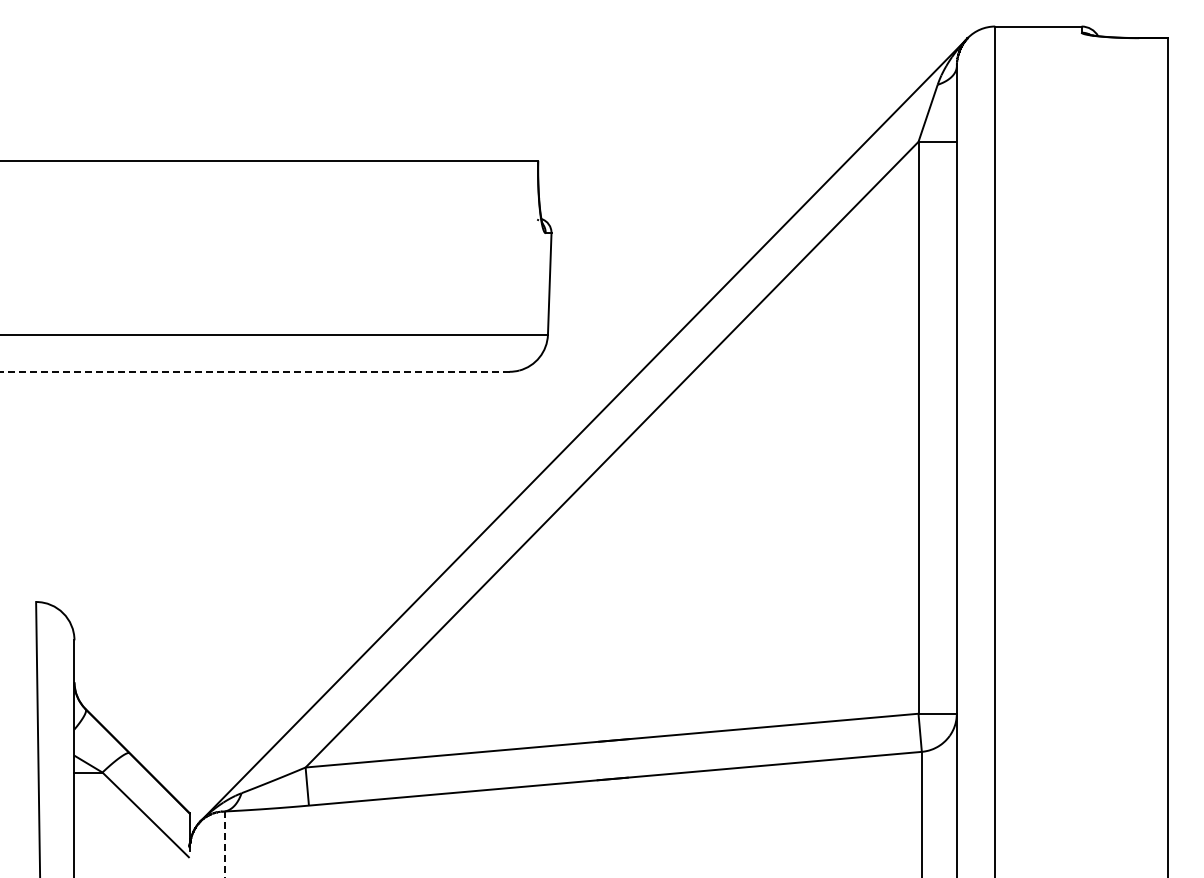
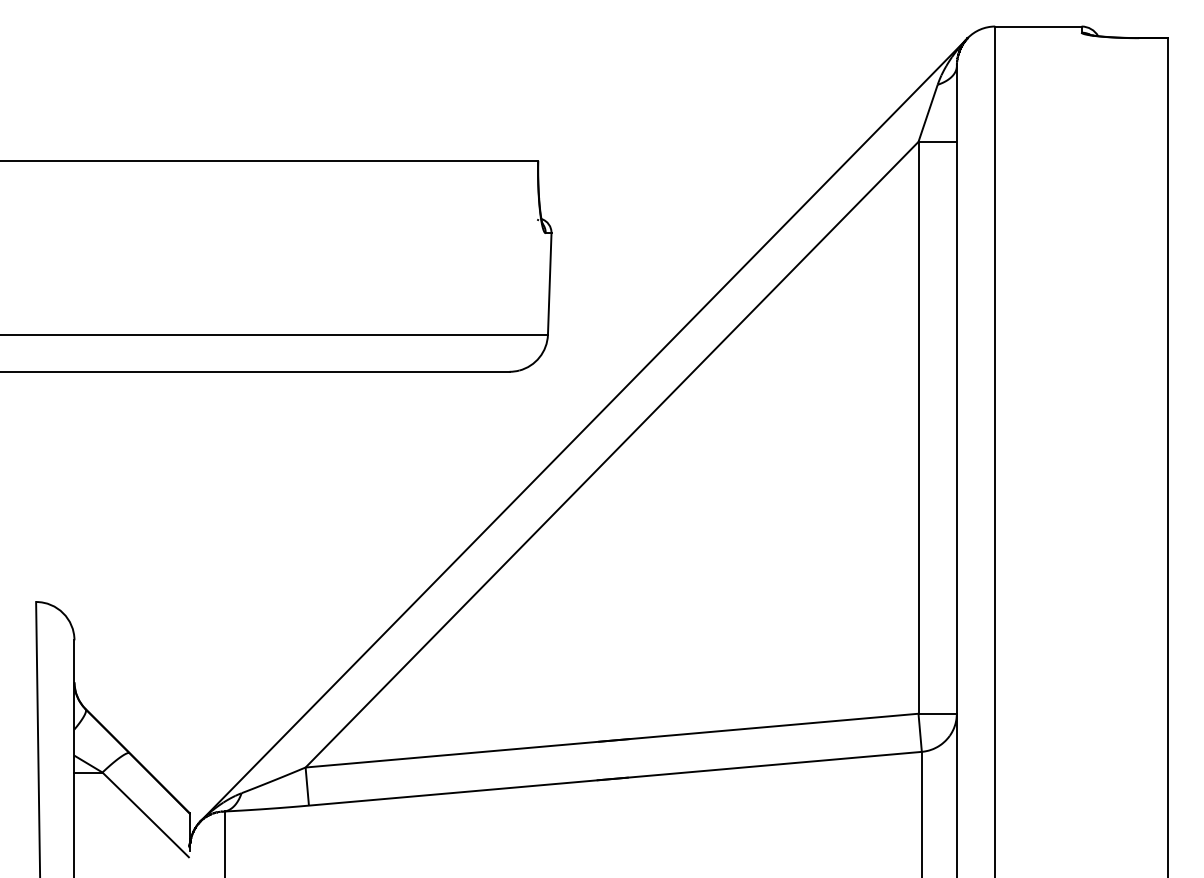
line at (254, 371): dashed -> solid
line at (224, 844): dashed -> solid
